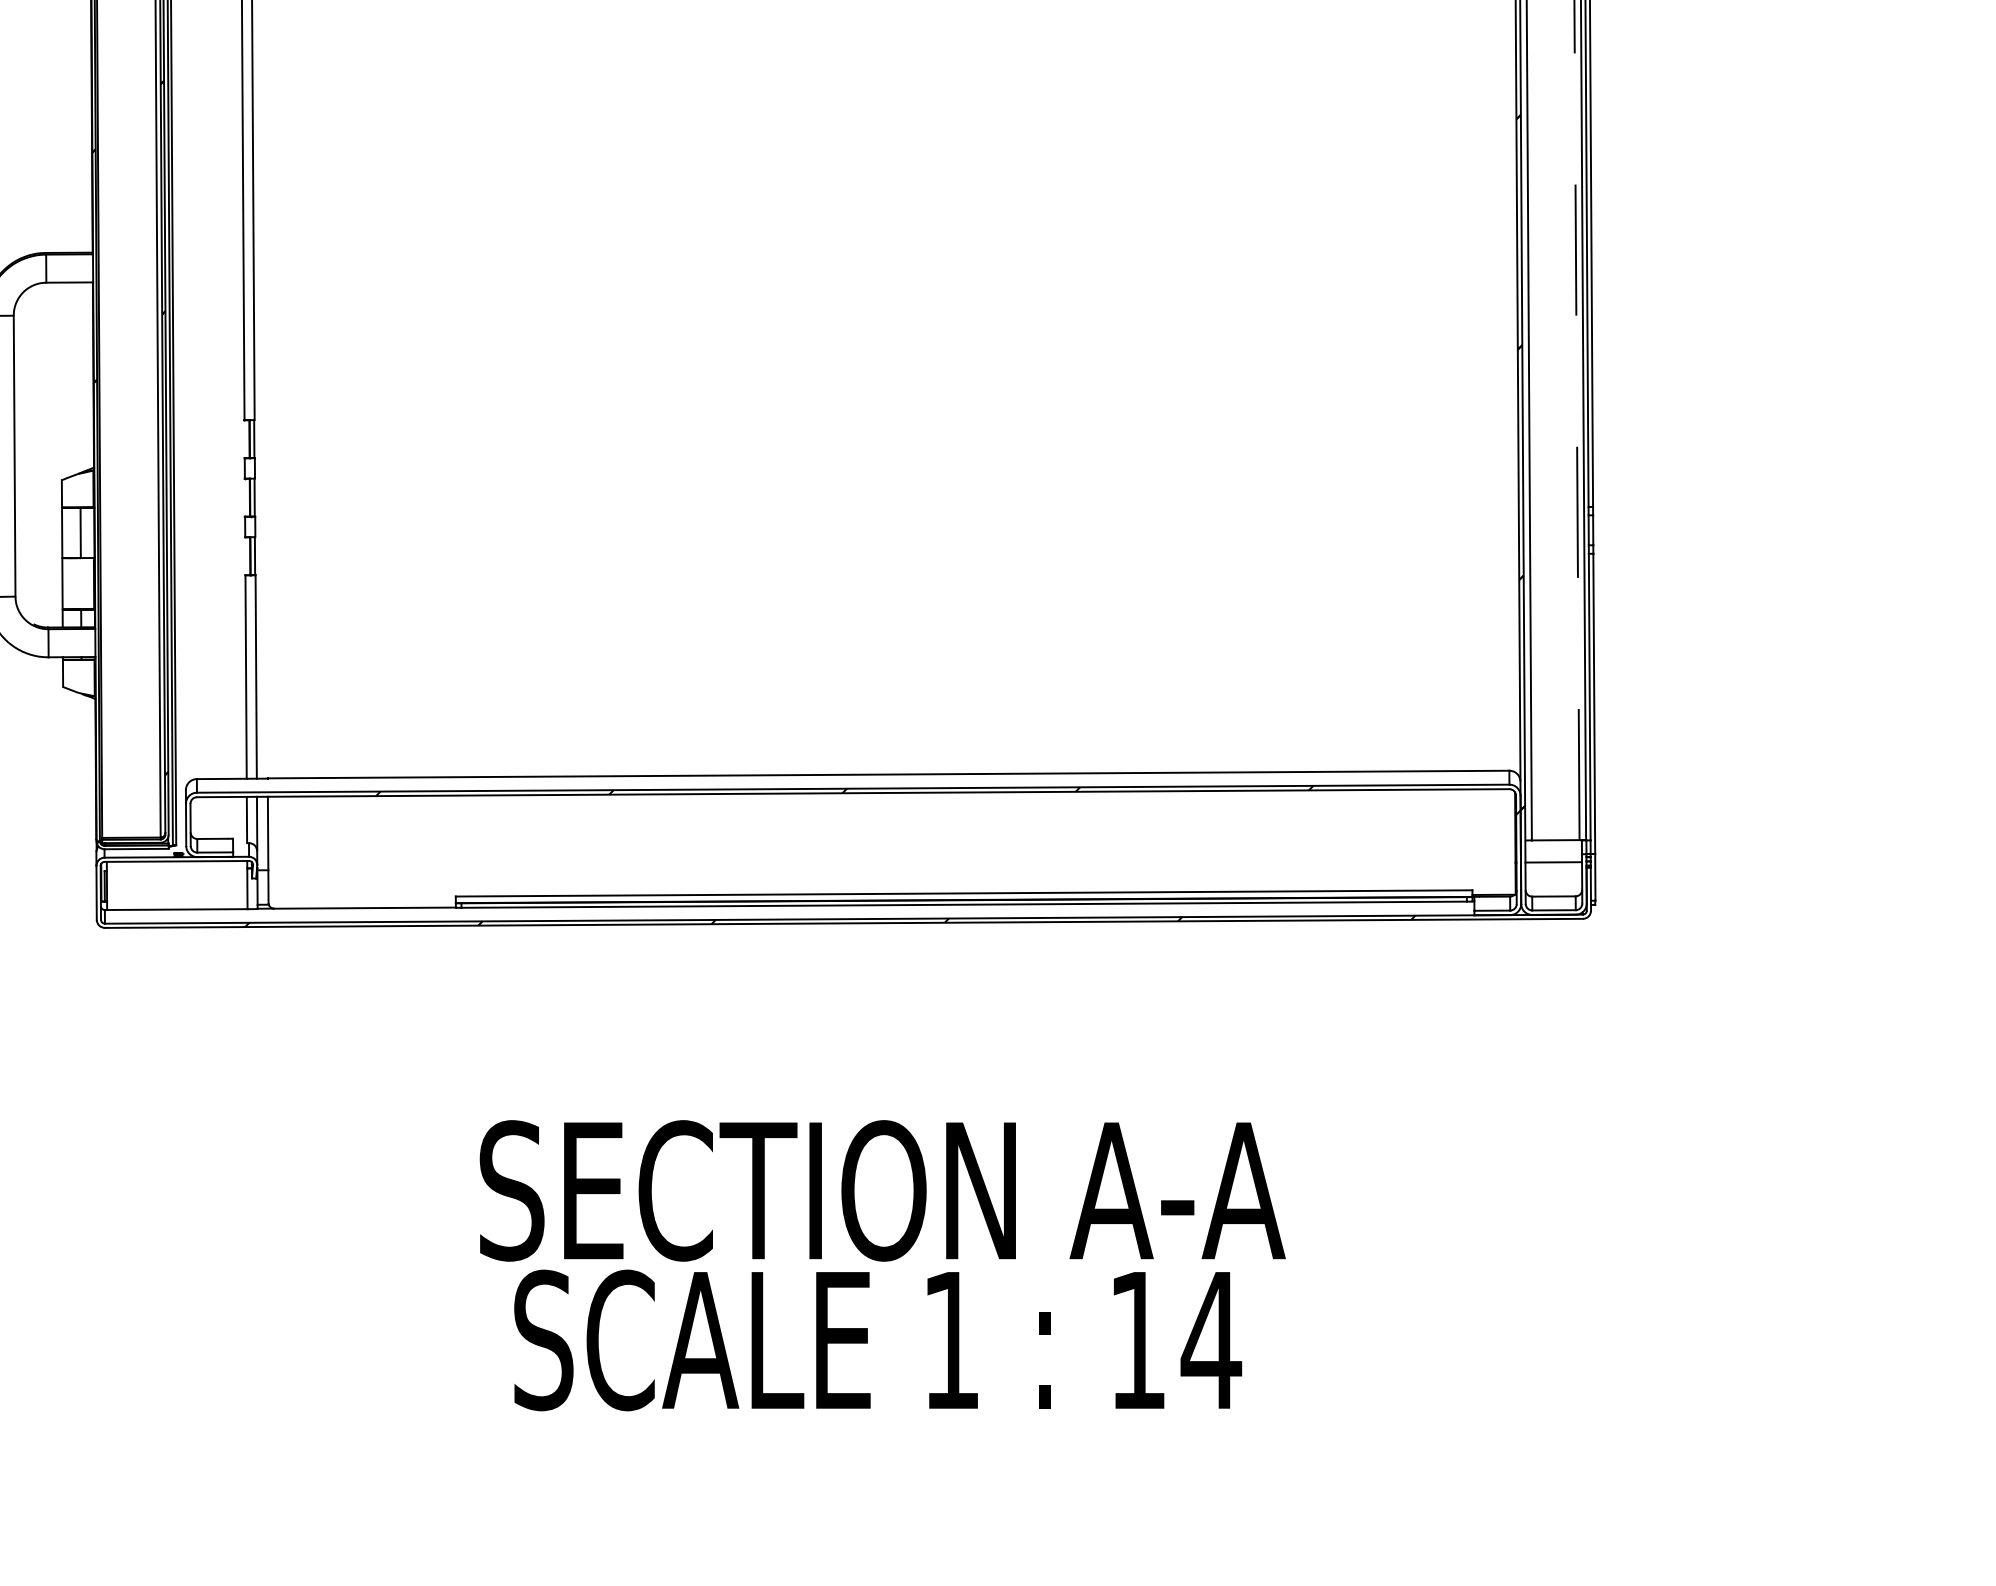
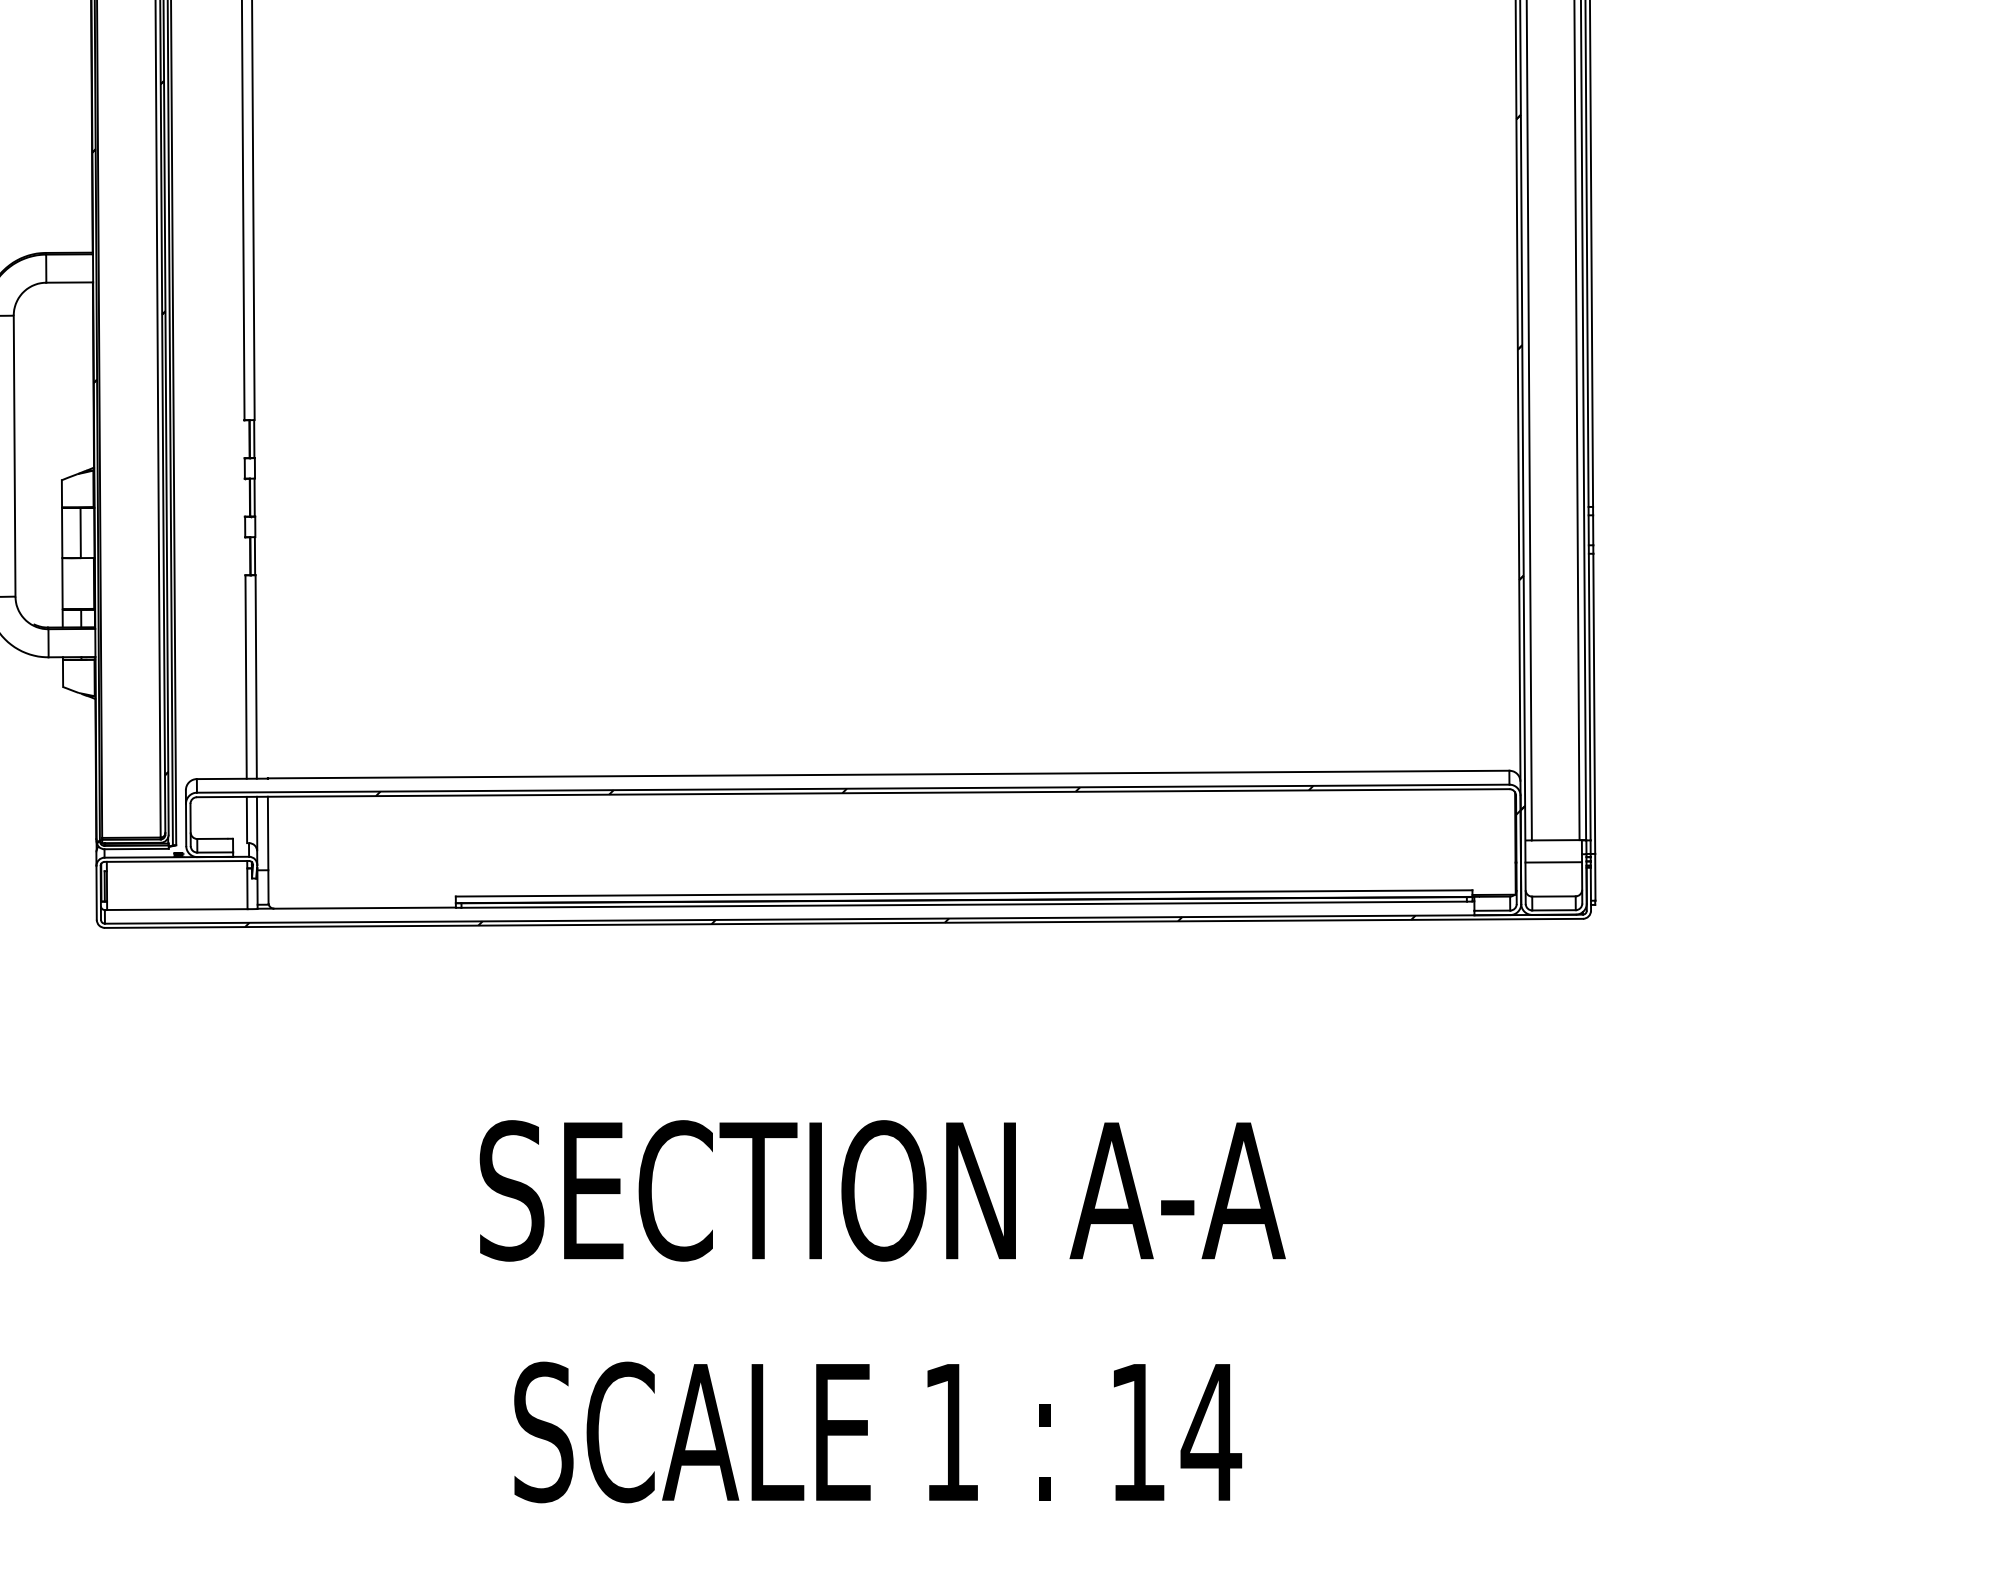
line at (1576, 420): dashed -> solid
text at (878, 1340) position: (878, 1340) -> (878, 1432)
